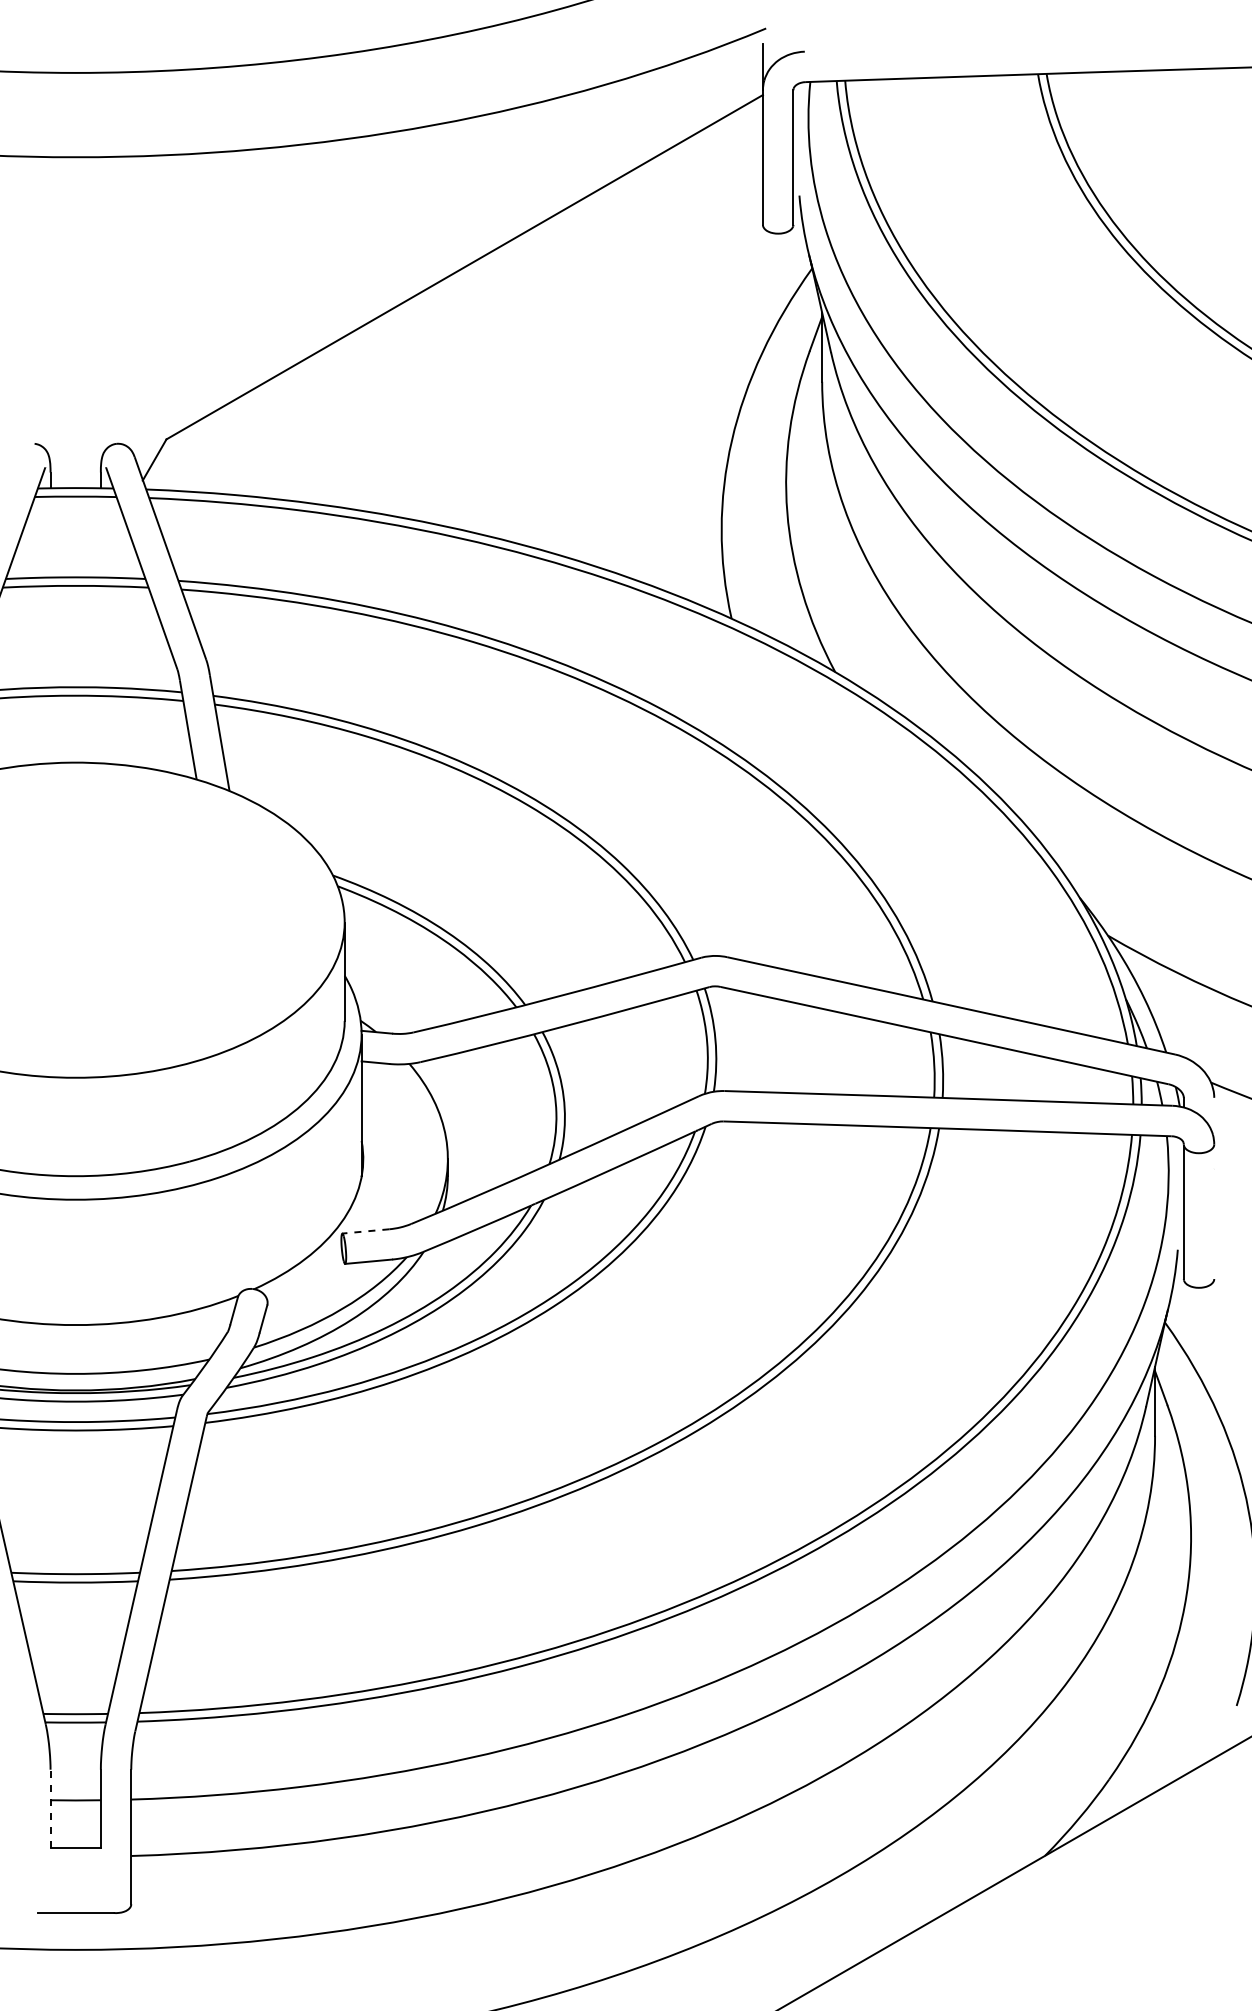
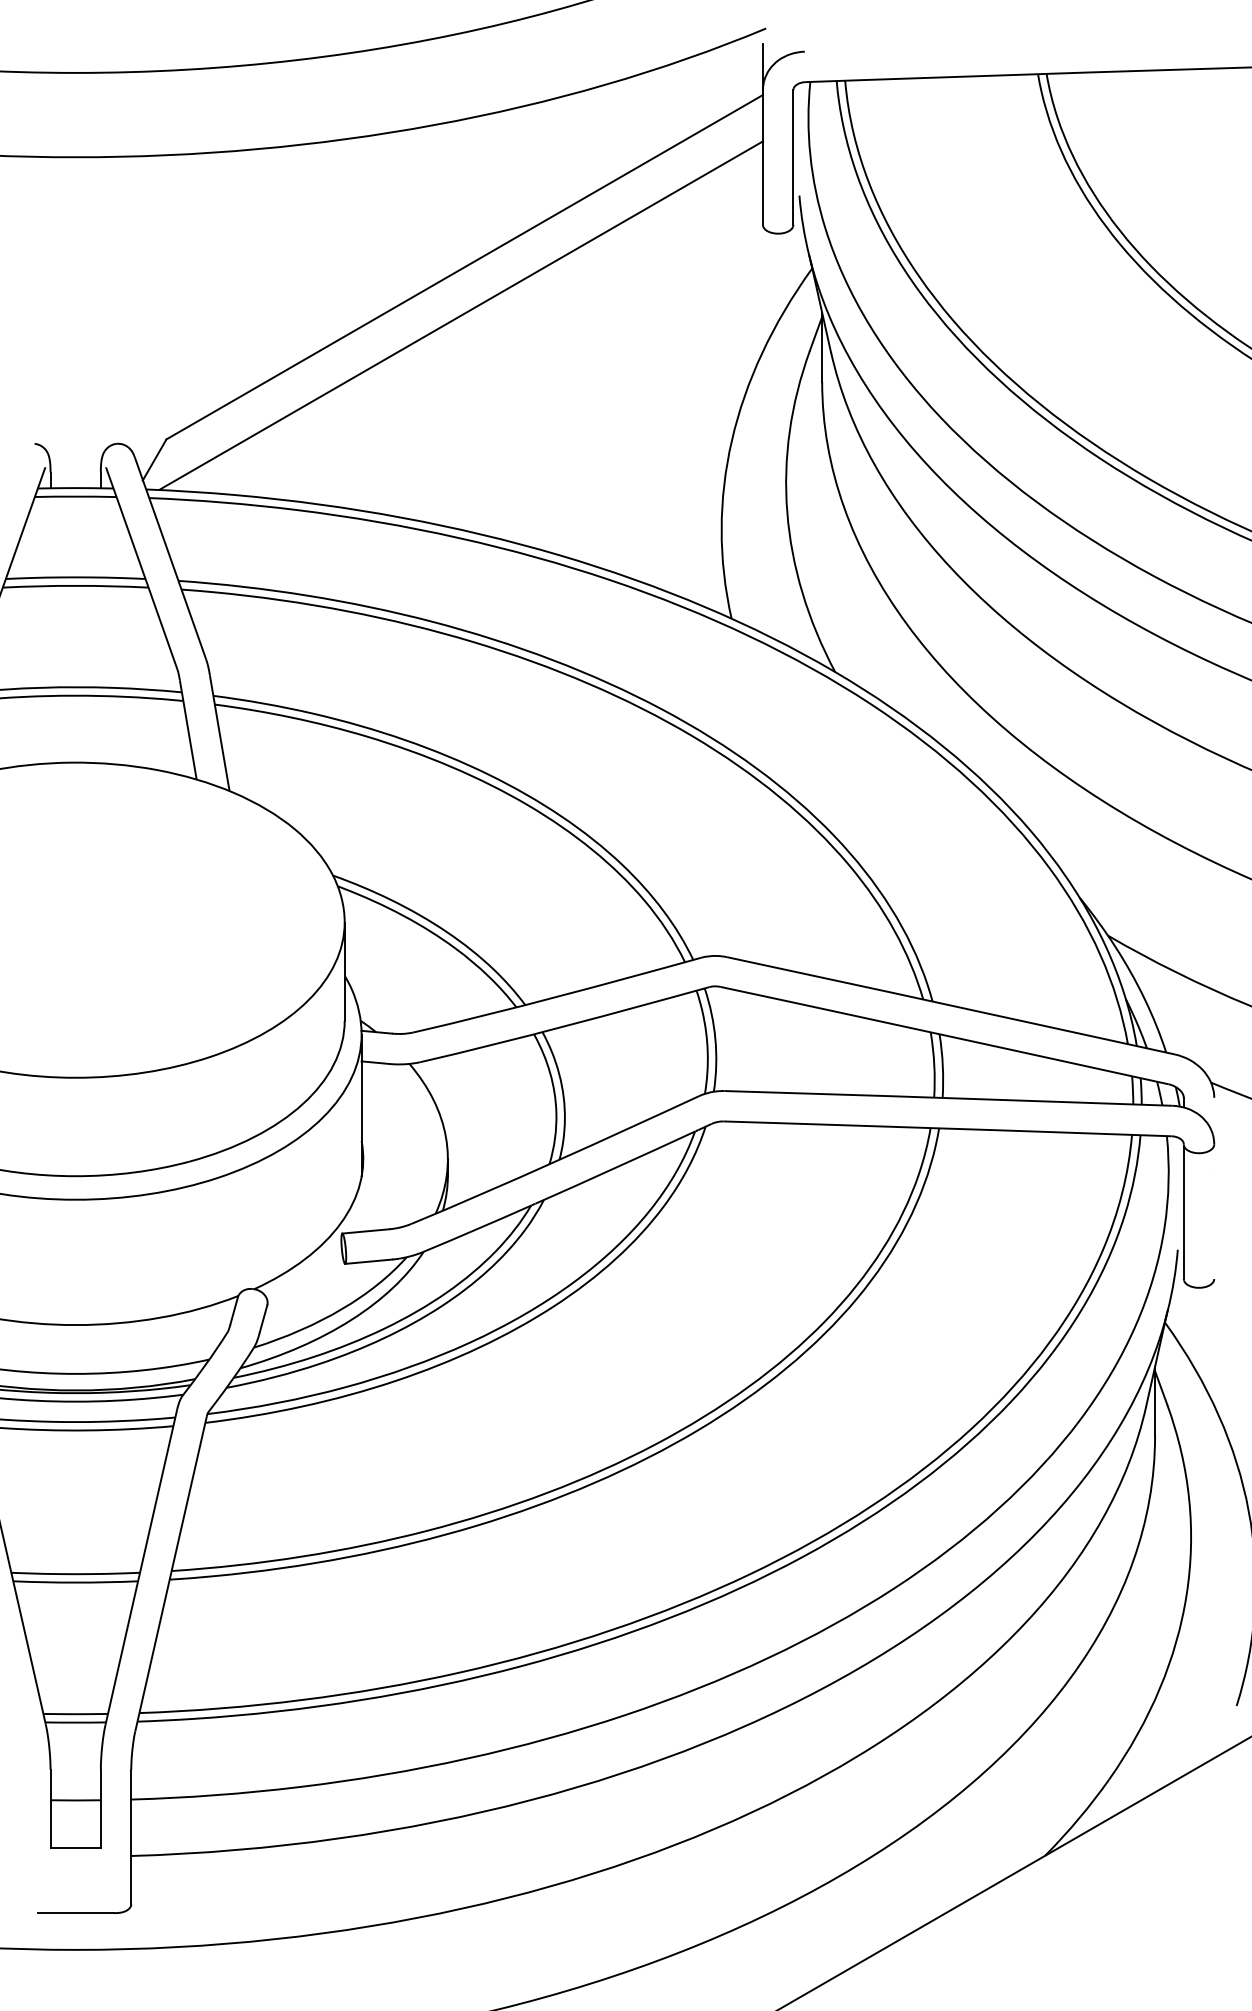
line at (460, 315): none -> present
line at (365, 1231): dashed -> solid
line at (50, 1808): dashed -> solid
